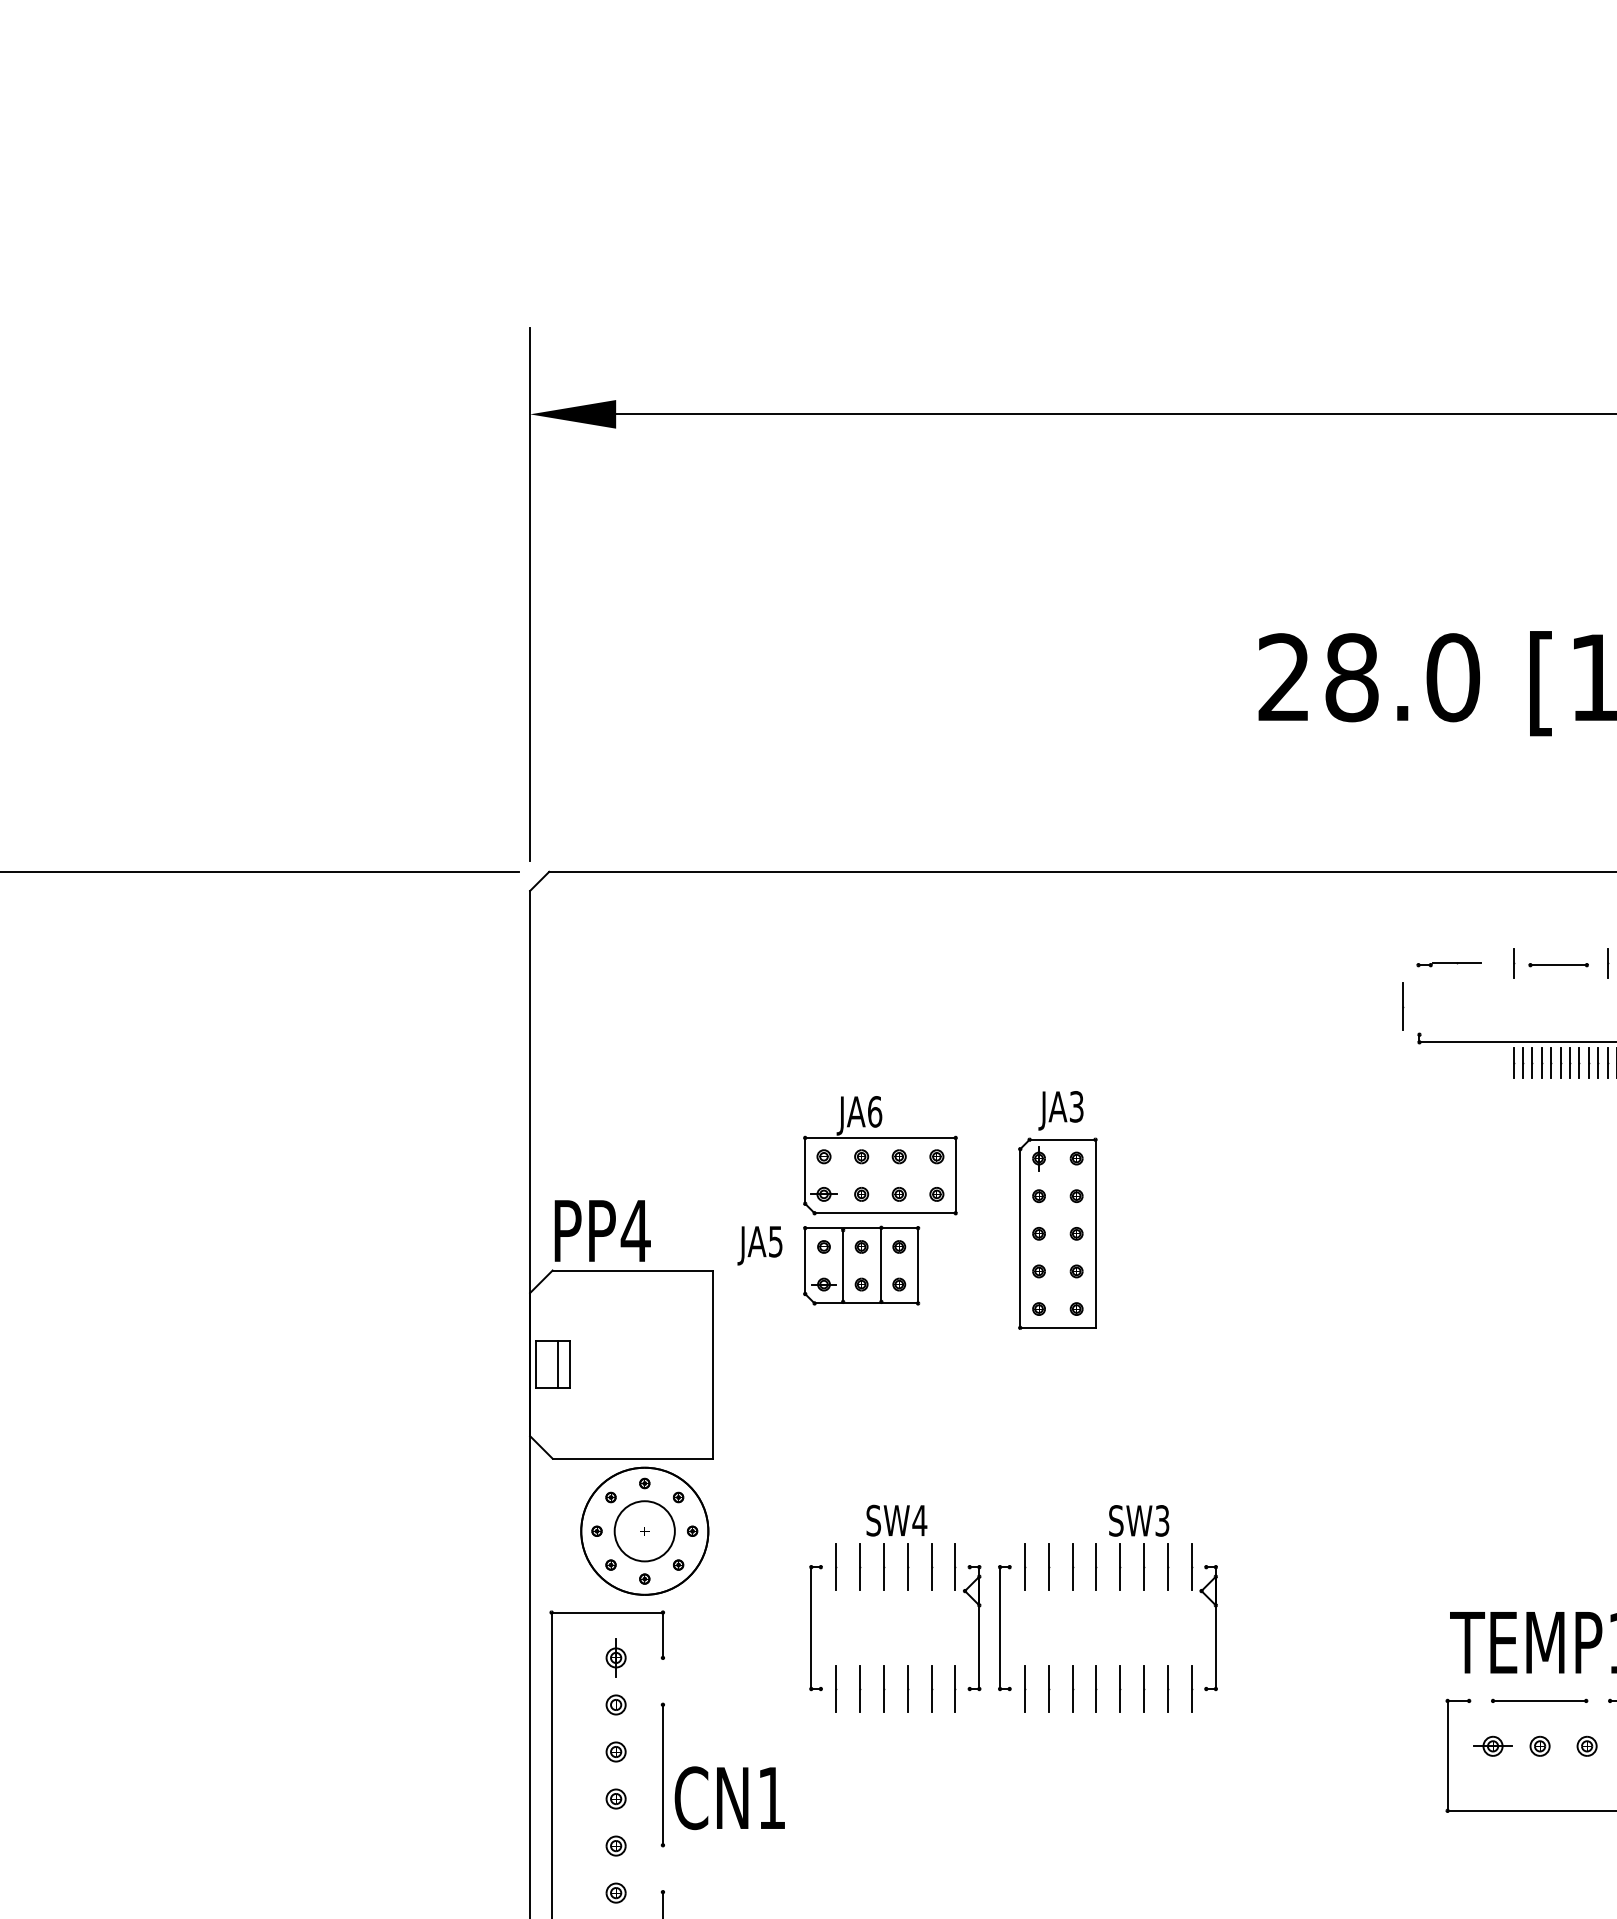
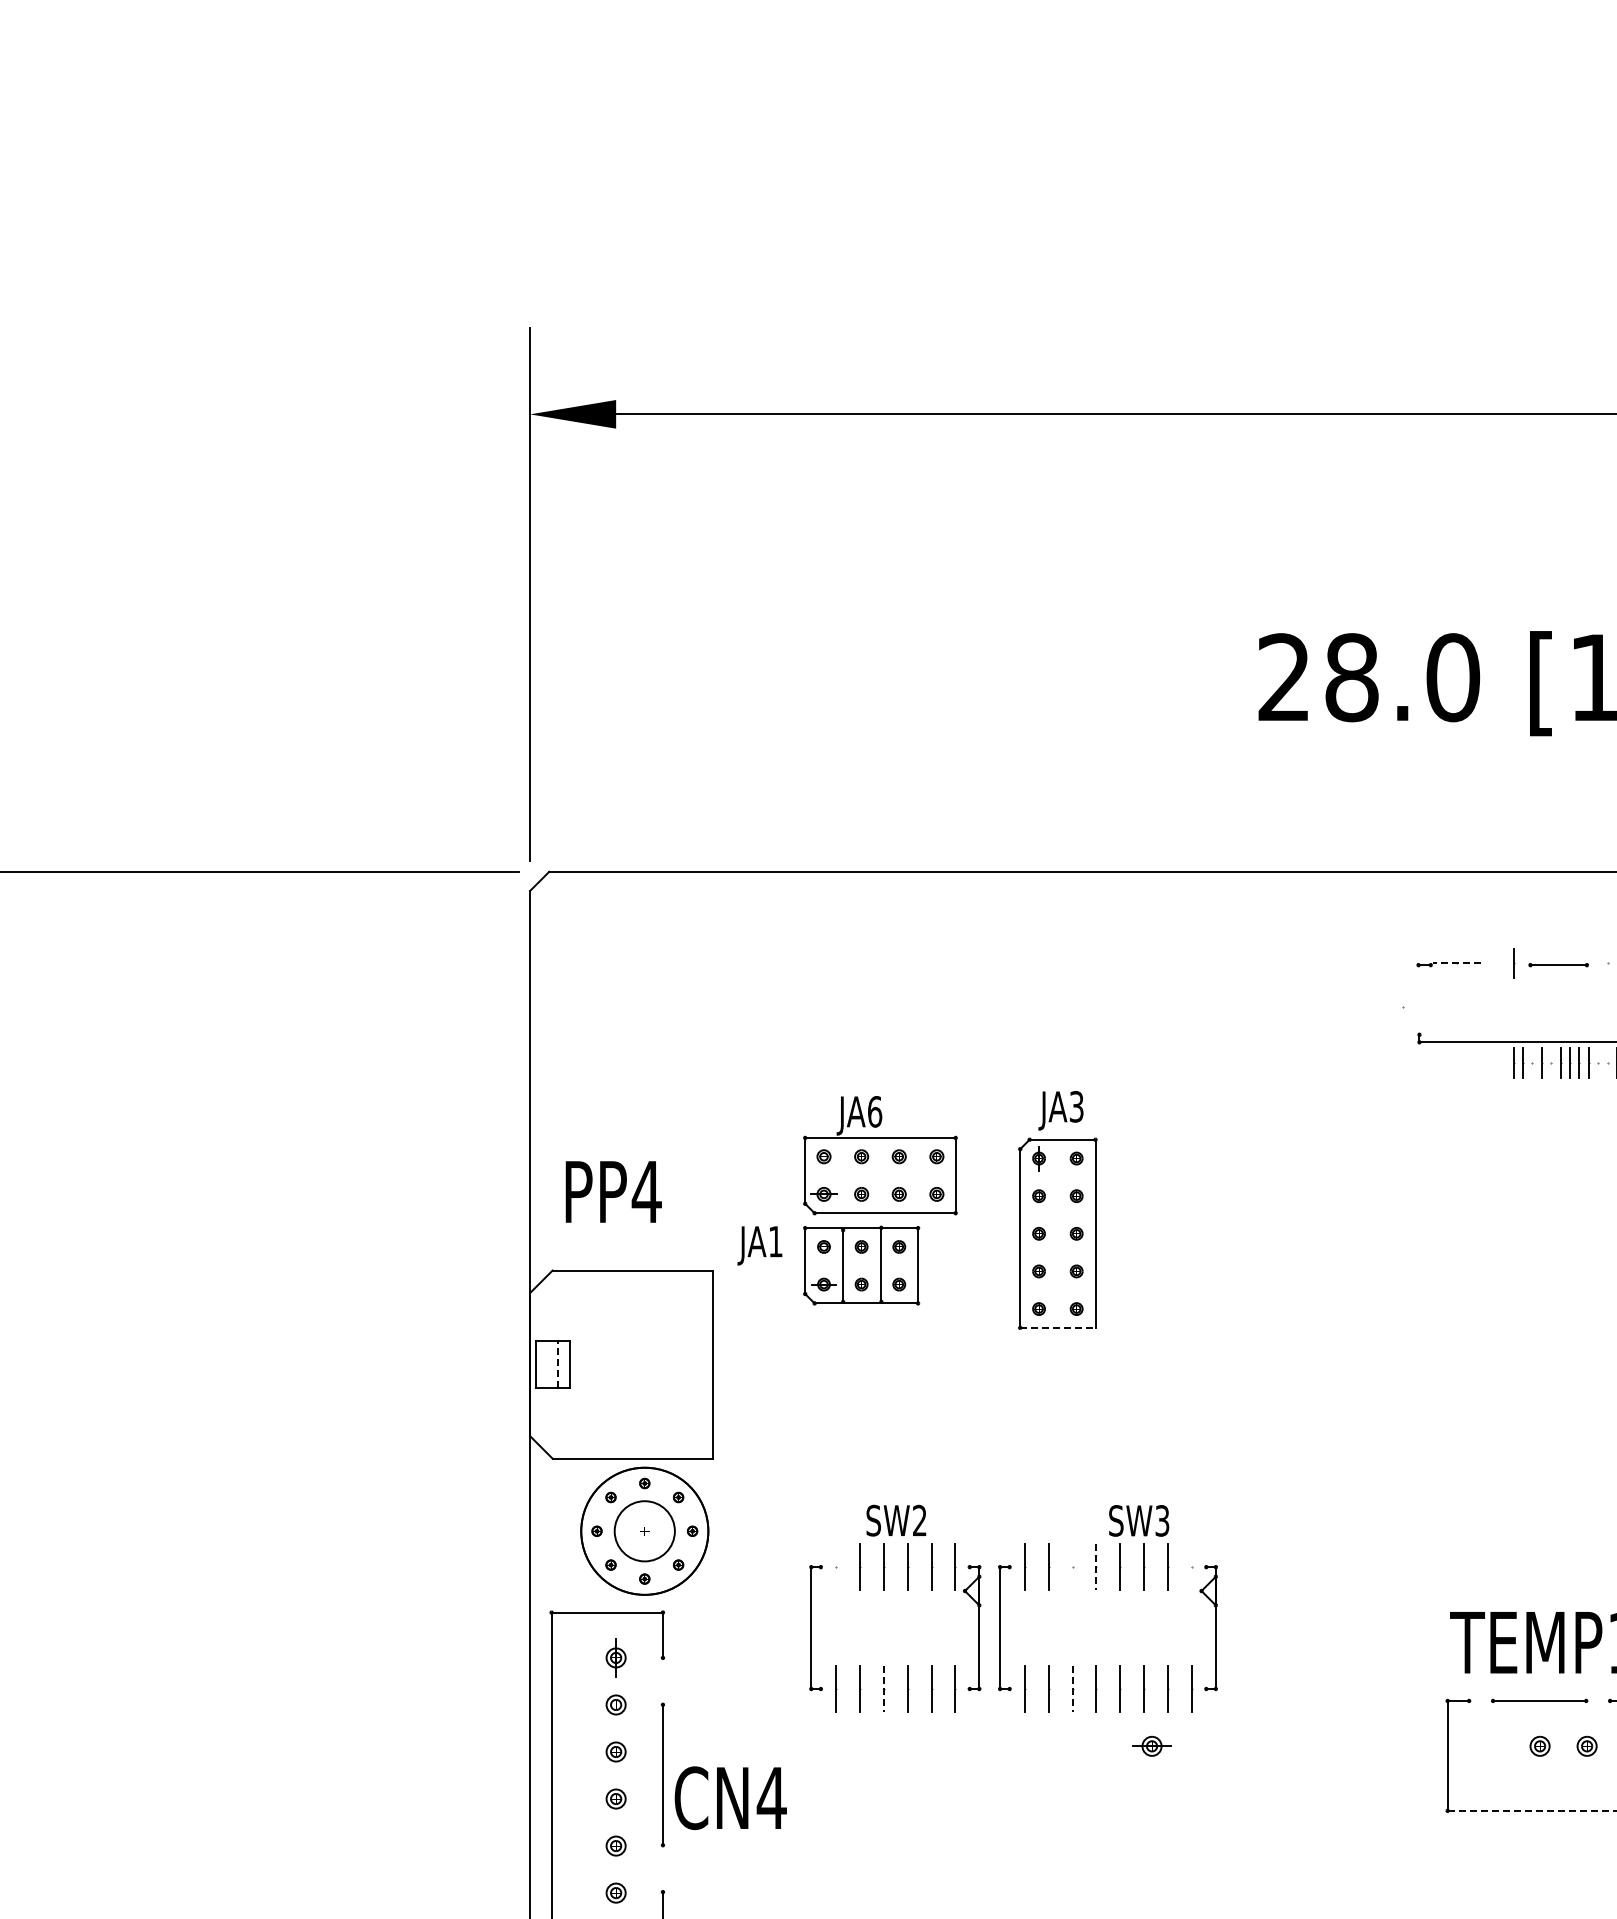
line at (1607, 962): present -> none
line at (1457, 963): solid -> dashed
line at (1403, 1006): present -> none
line at (1532, 1062): present -> none
line at (1551, 1062): present -> none
line at (1598, 1062): present -> none
line at (1607, 1062): present -> none
text at (602, 1230) position: (602, 1230) -> (613, 1191)
text at (775, 1241): JA5 -> JA1
line at (1057, 1327): solid -> dashed
line at (558, 1364): solid -> dashed
text at (919, 1519): SW4 -> SW2
line at (835, 1566): present -> none
line at (1072, 1566): present -> none
line at (1191, 1566): present -> none
line at (1096, 1567): solid -> dashed
line at (883, 1689): solid -> dashed
line at (1072, 1689): solid -> dashed
part at (1492, 1745) position: (1492, 1745) -> (1151, 1745)
text at (771, 1797): CN1 -> CN4
line at (1532, 1810): solid -> dashed
